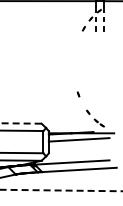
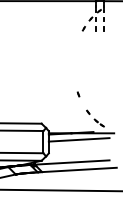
line at (20, 123): dashed -> solid
line at (61, 190): dashed -> solid
